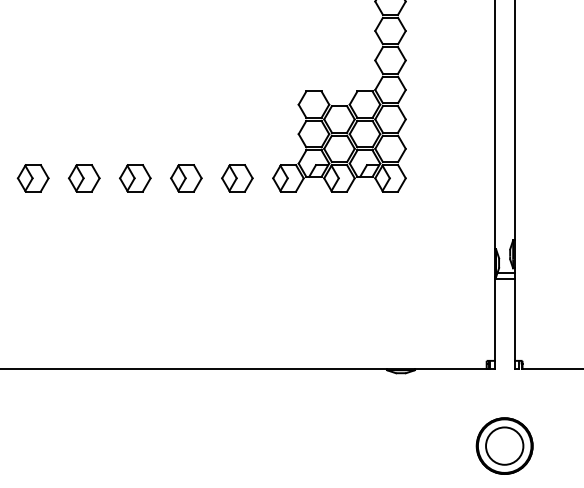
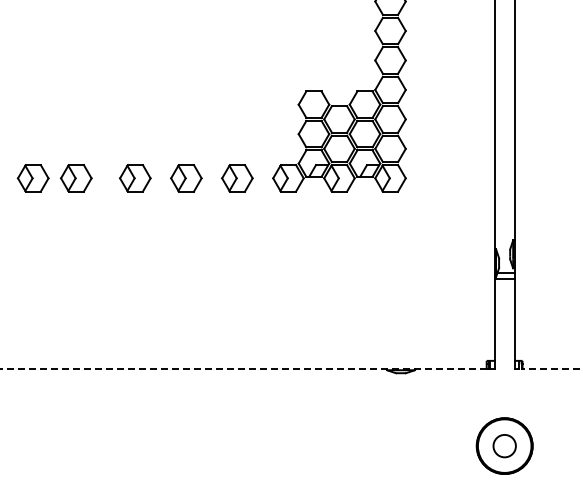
part at (84, 178) position: (84, 178) -> (76, 178)
line at (243, 368): solid -> dashed
line at (552, 368): solid -> dashed
circle at (504, 445) diameter: 37 px -> 22 px
